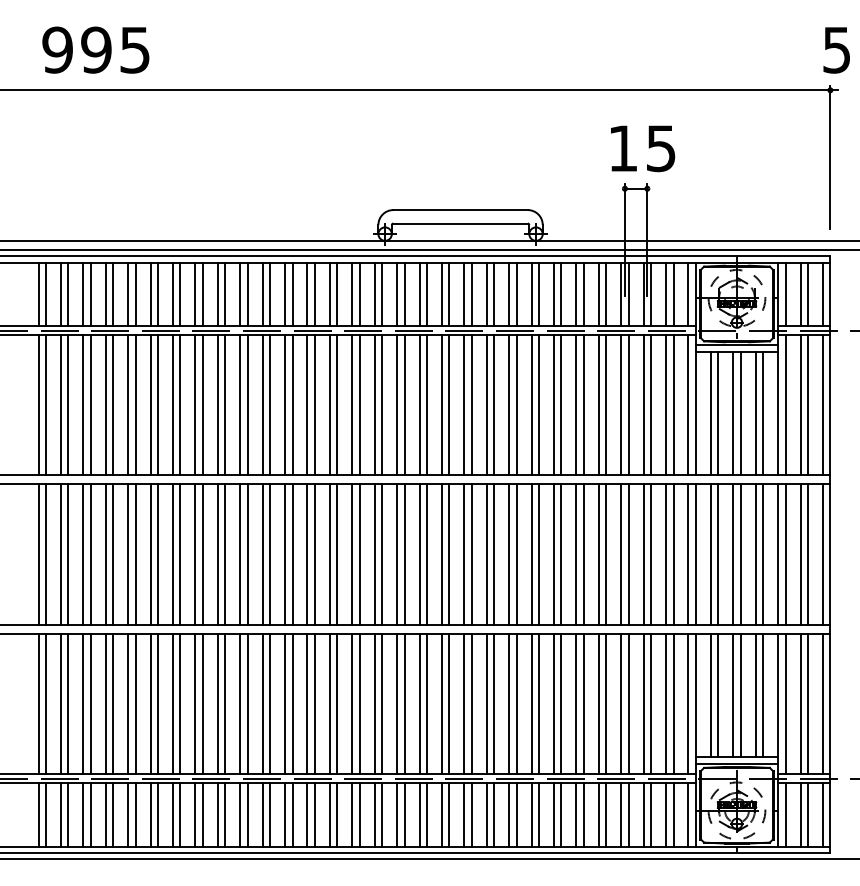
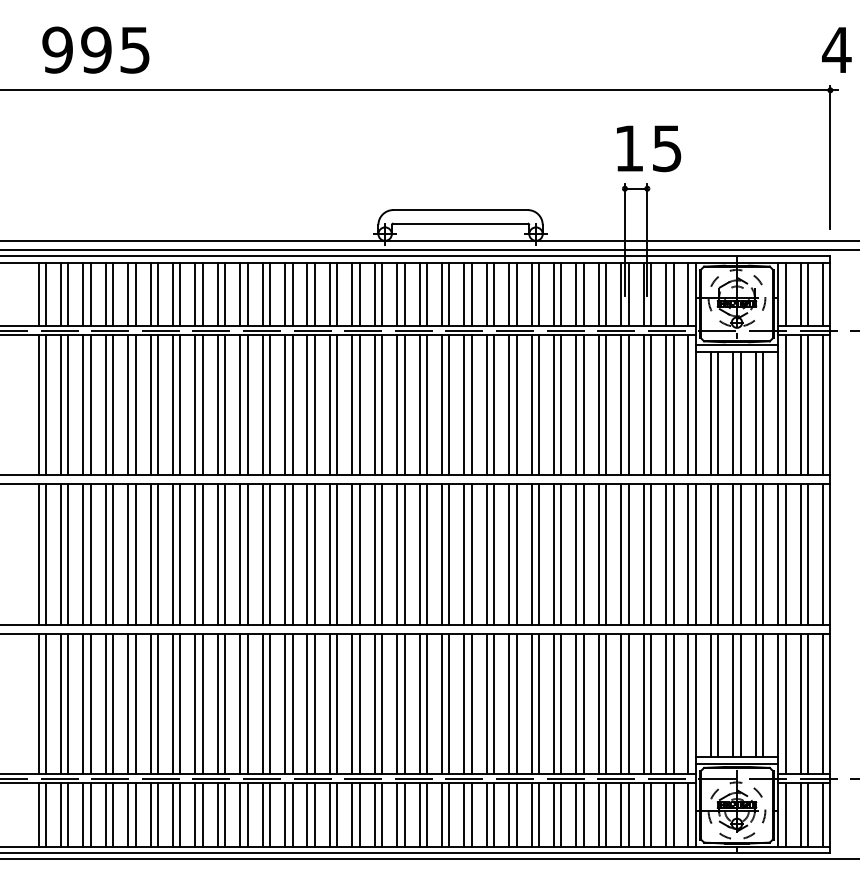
text at (836, 50): 5 -> 4
text at (643, 148) position: (643, 148) -> (649, 148)
